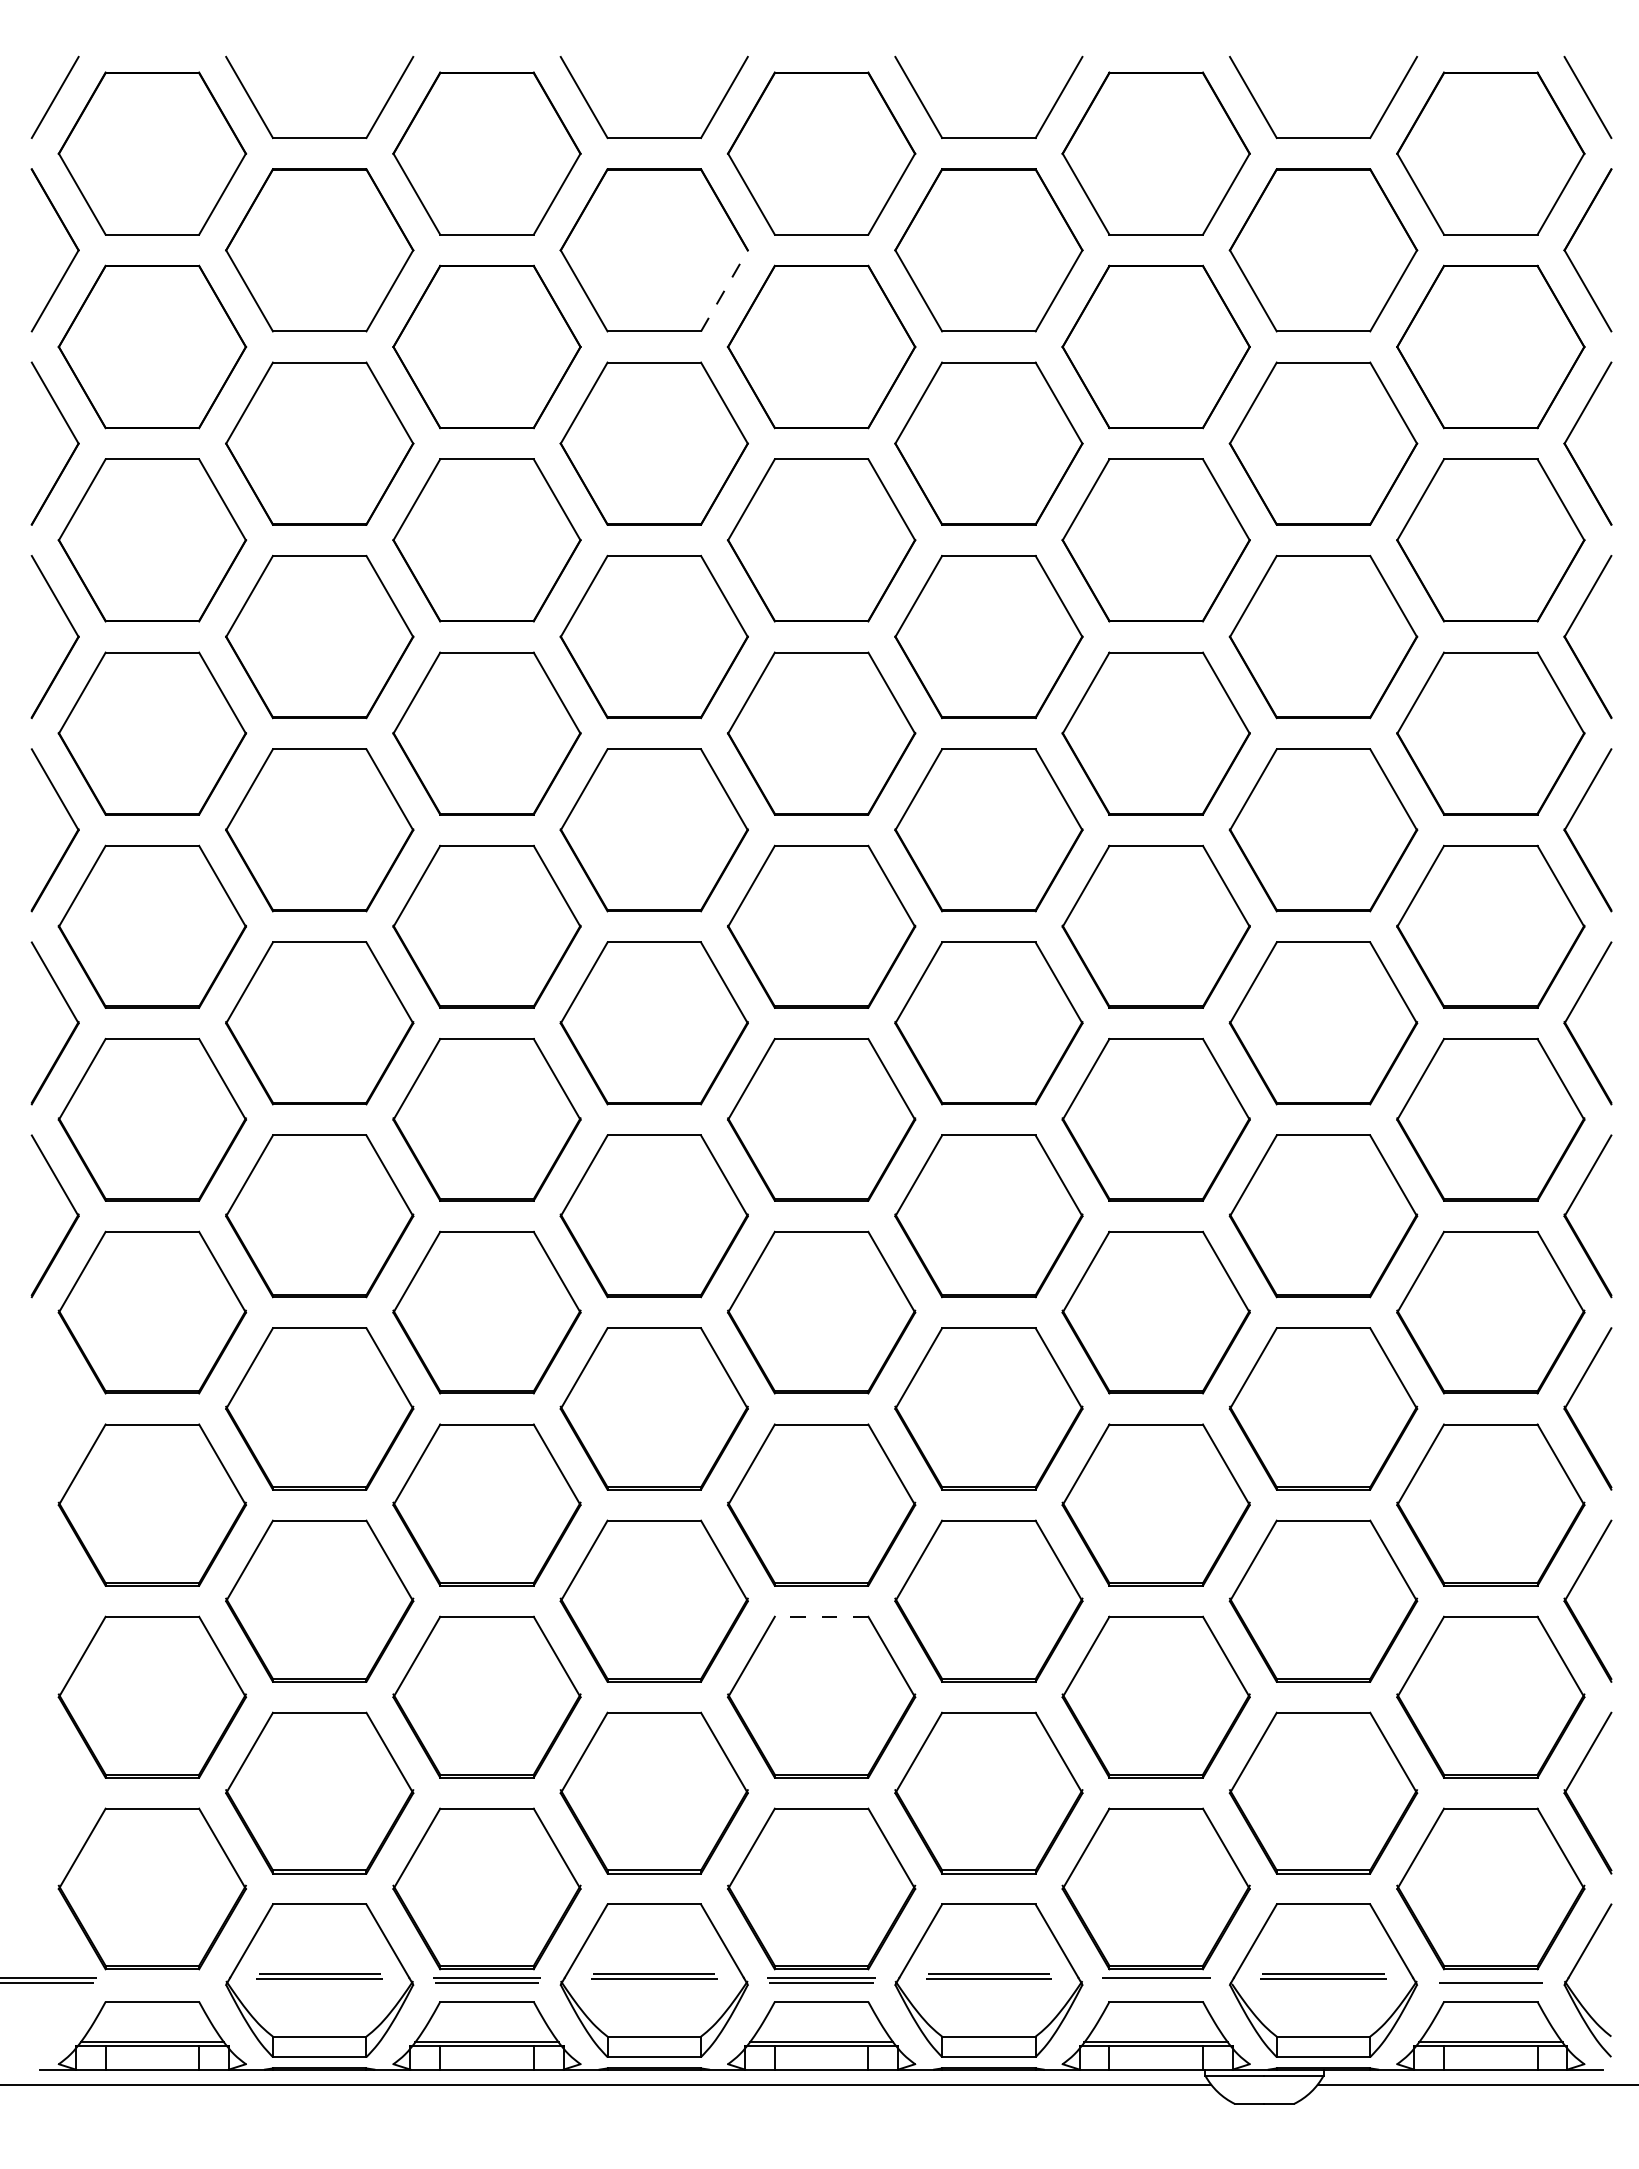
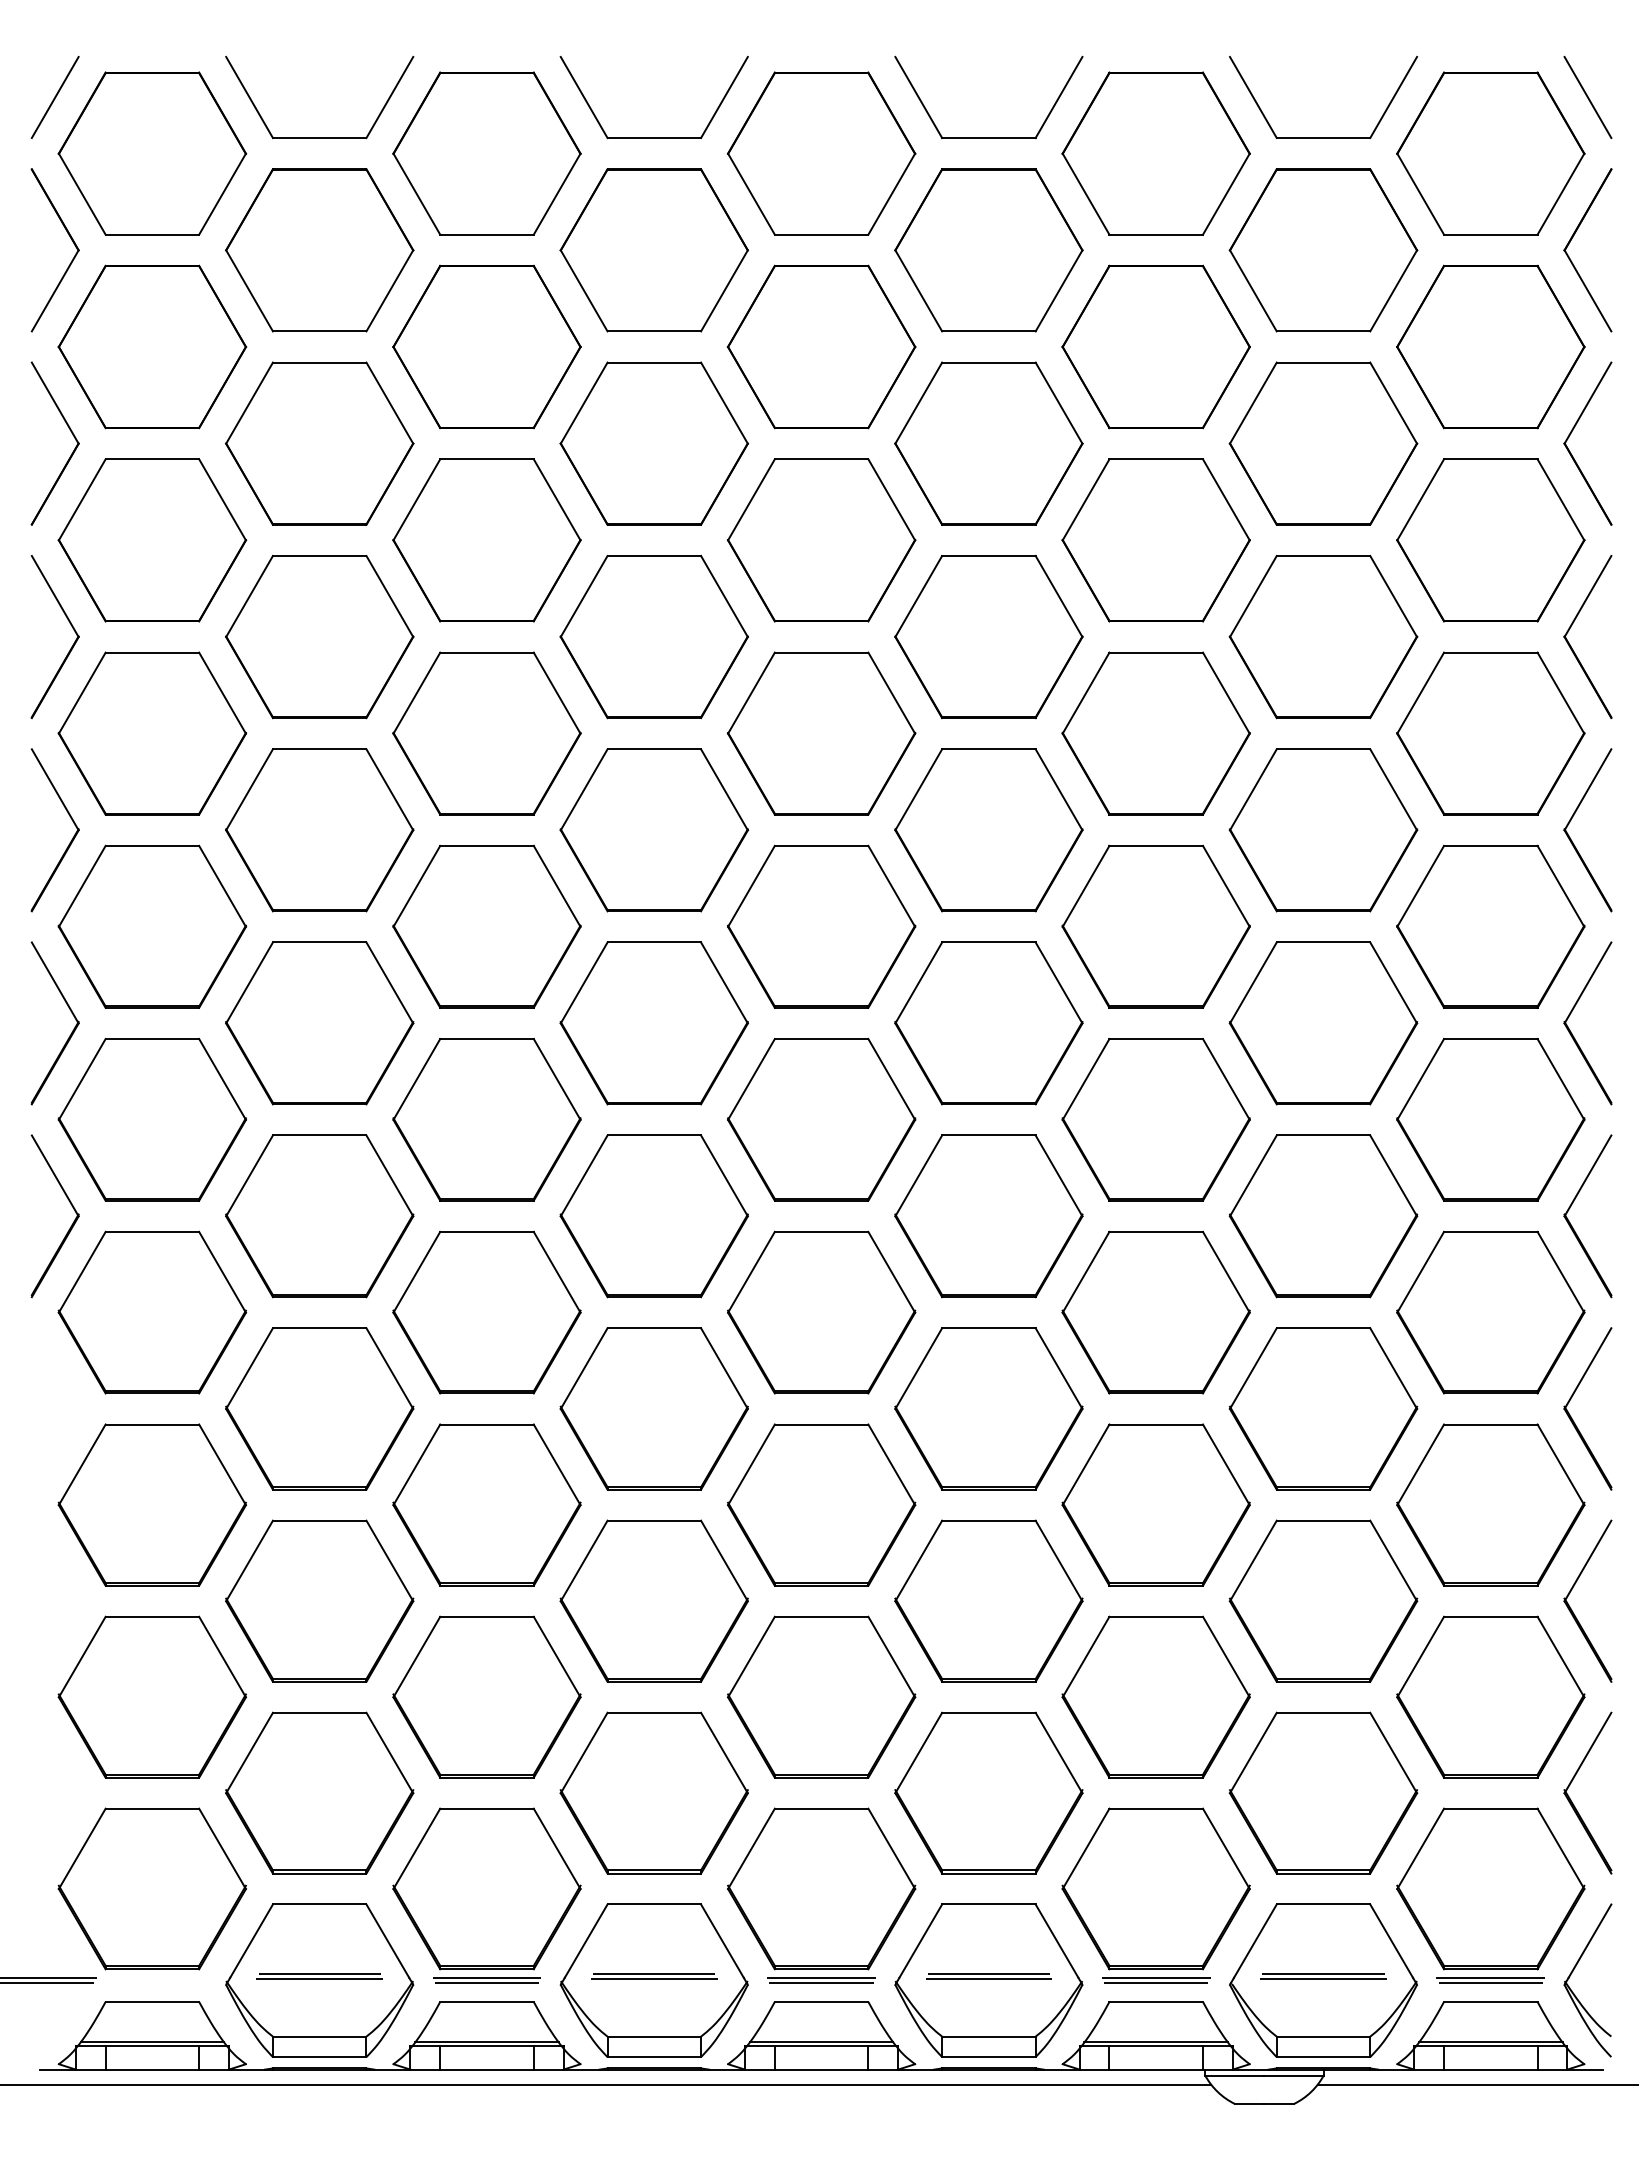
line at (724, 290): dashed -> solid
line at (821, 1616): dashed -> solid
line at (1490, 1977): none -> present
line at (1155, 1983): none -> present
